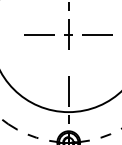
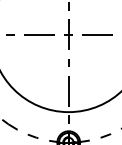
curve at (10, 34): none -> present
curve at (68, 62): none -> present
